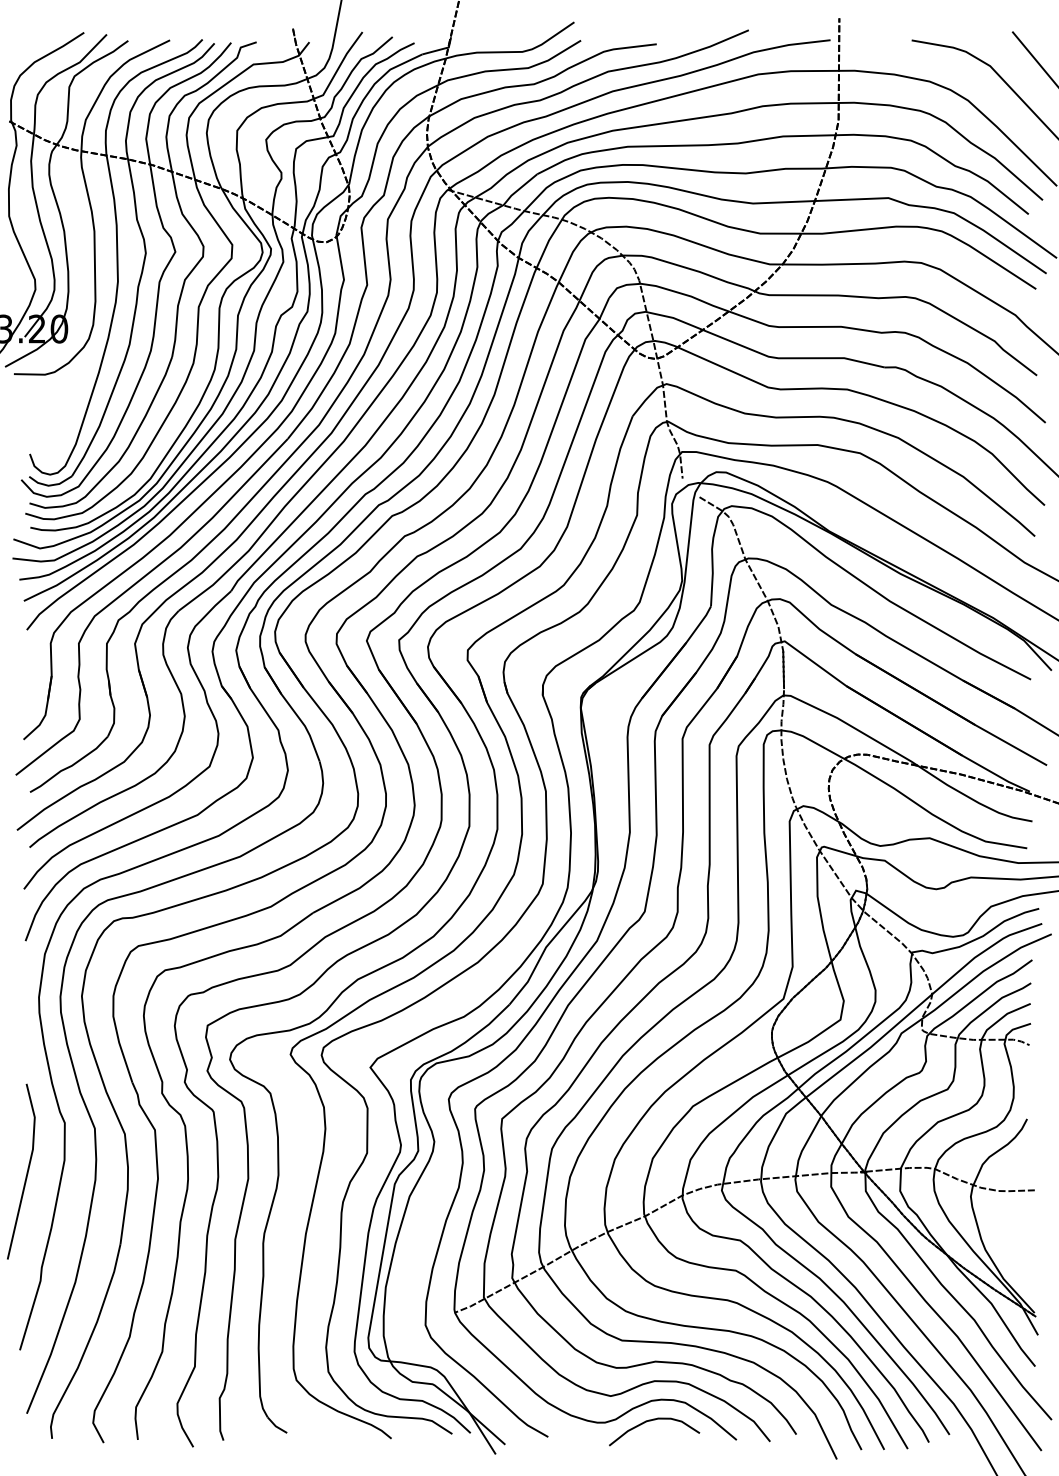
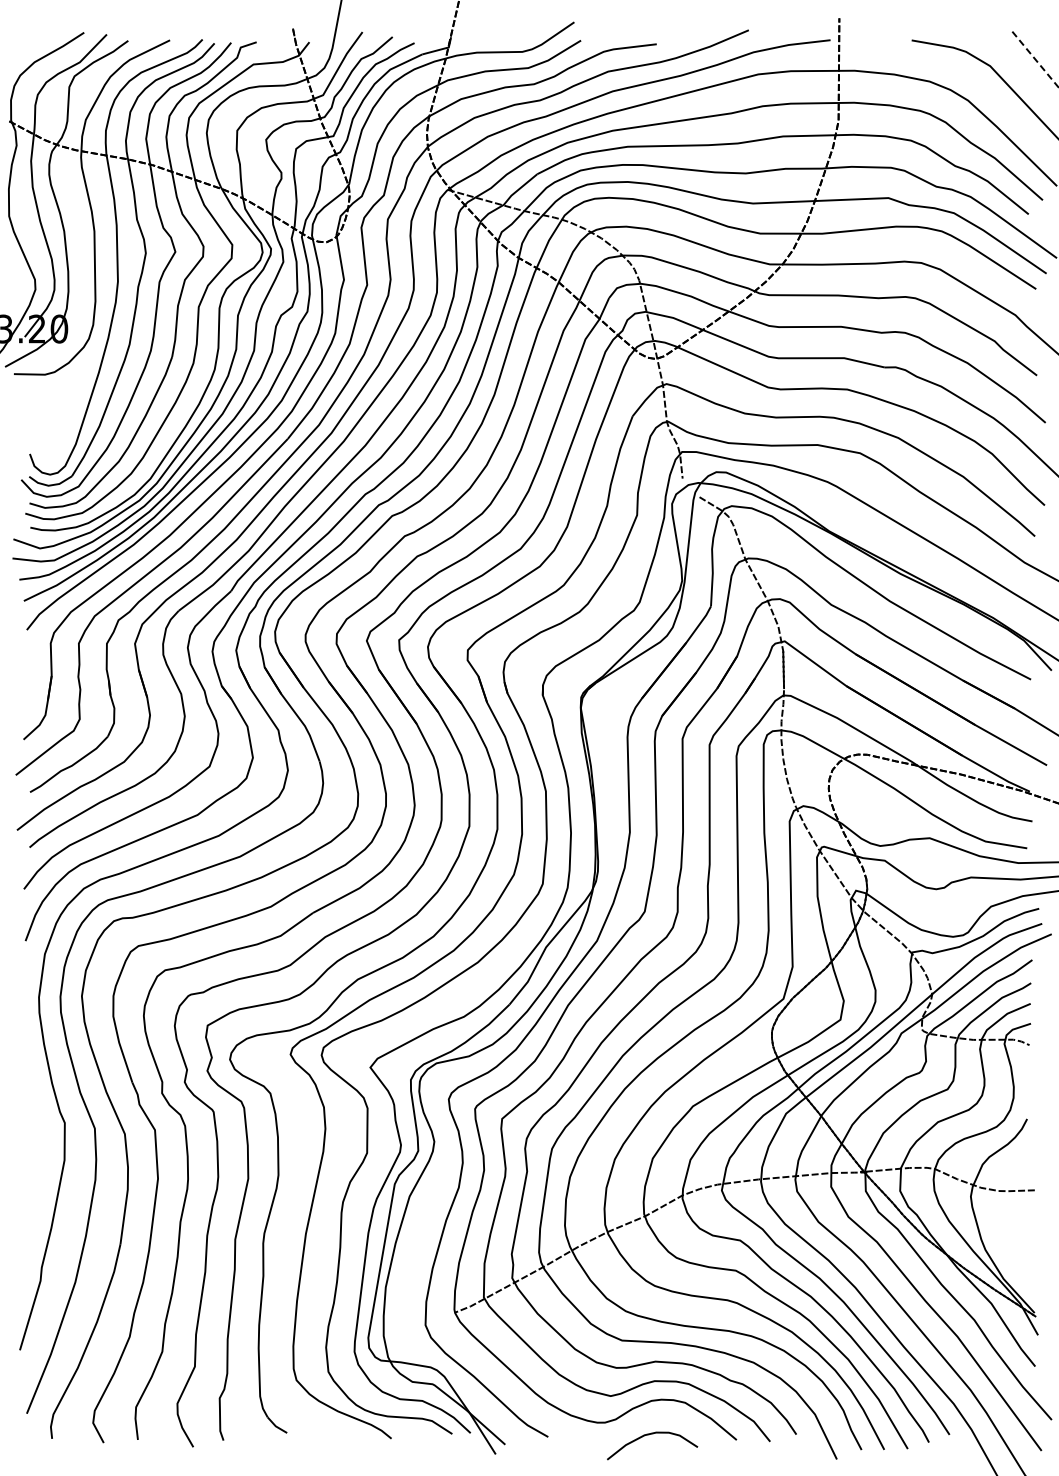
line at (1035, 60): solid -> dashed
line at (26, 1172): present -> none
curve at (651, 1421) position: (651, 1421) -> (649, 1435)
